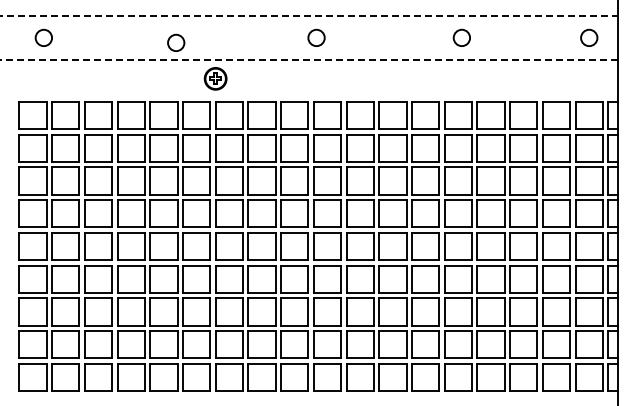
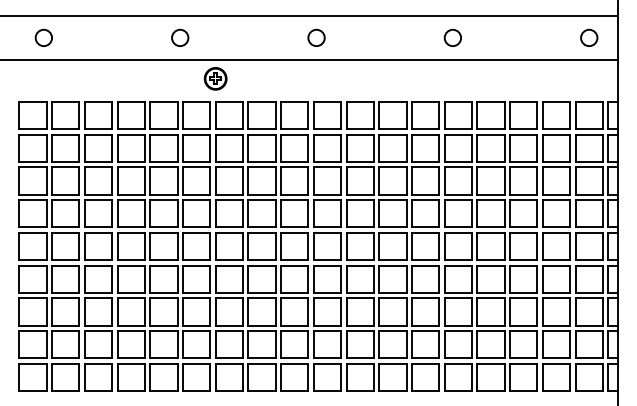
line at (308, 16): dashed -> solid
circle at (461, 37) position: (461, 37) -> (452, 37)
circle at (176, 42) position: (176, 42) -> (180, 37)
line at (308, 59): dashed -> solid
